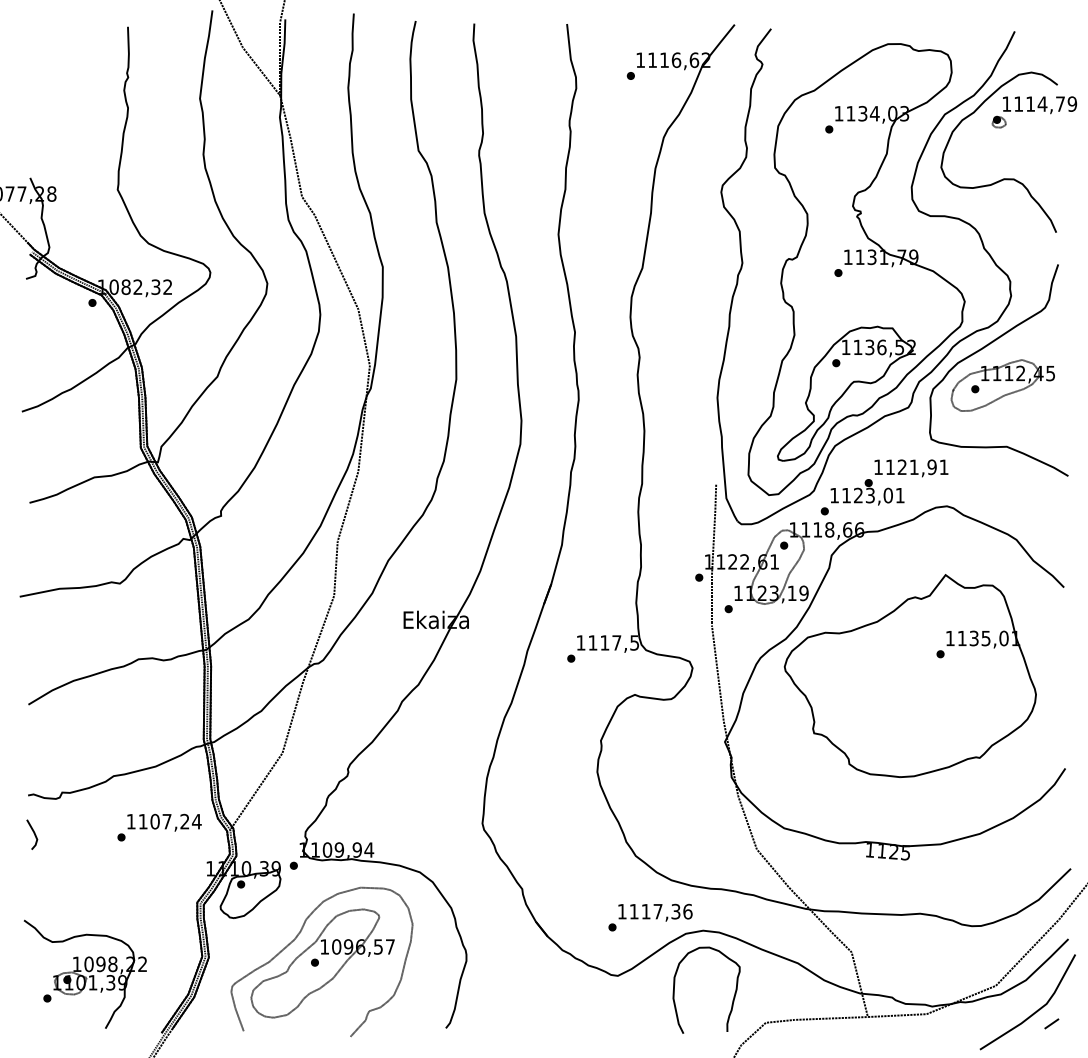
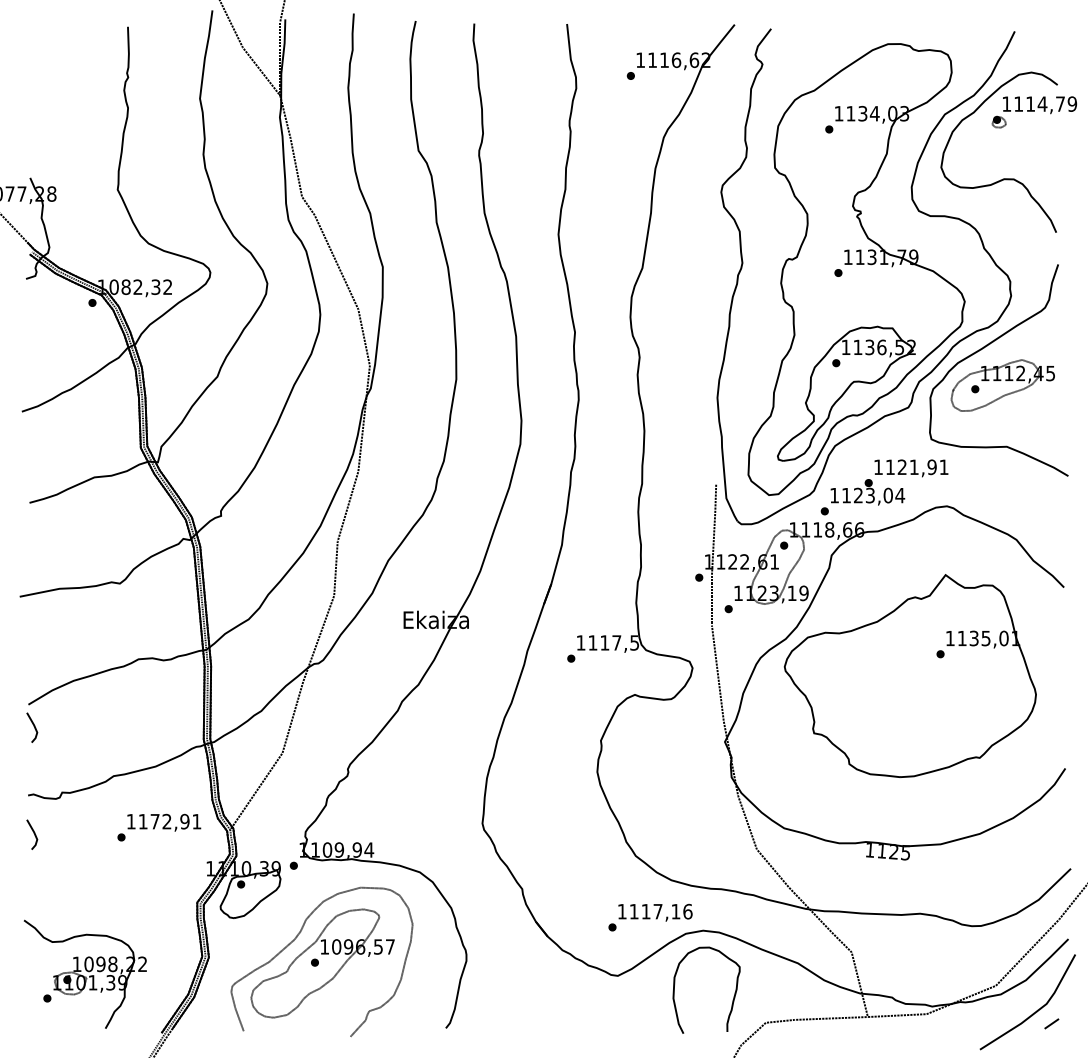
text at (900, 495): 1123,01 -> 1123,04
line at (33, 726): none -> present
text at (175, 821): 1107,24 -> 1172,91
text at (675, 911): 1117,36 -> 1117,16
